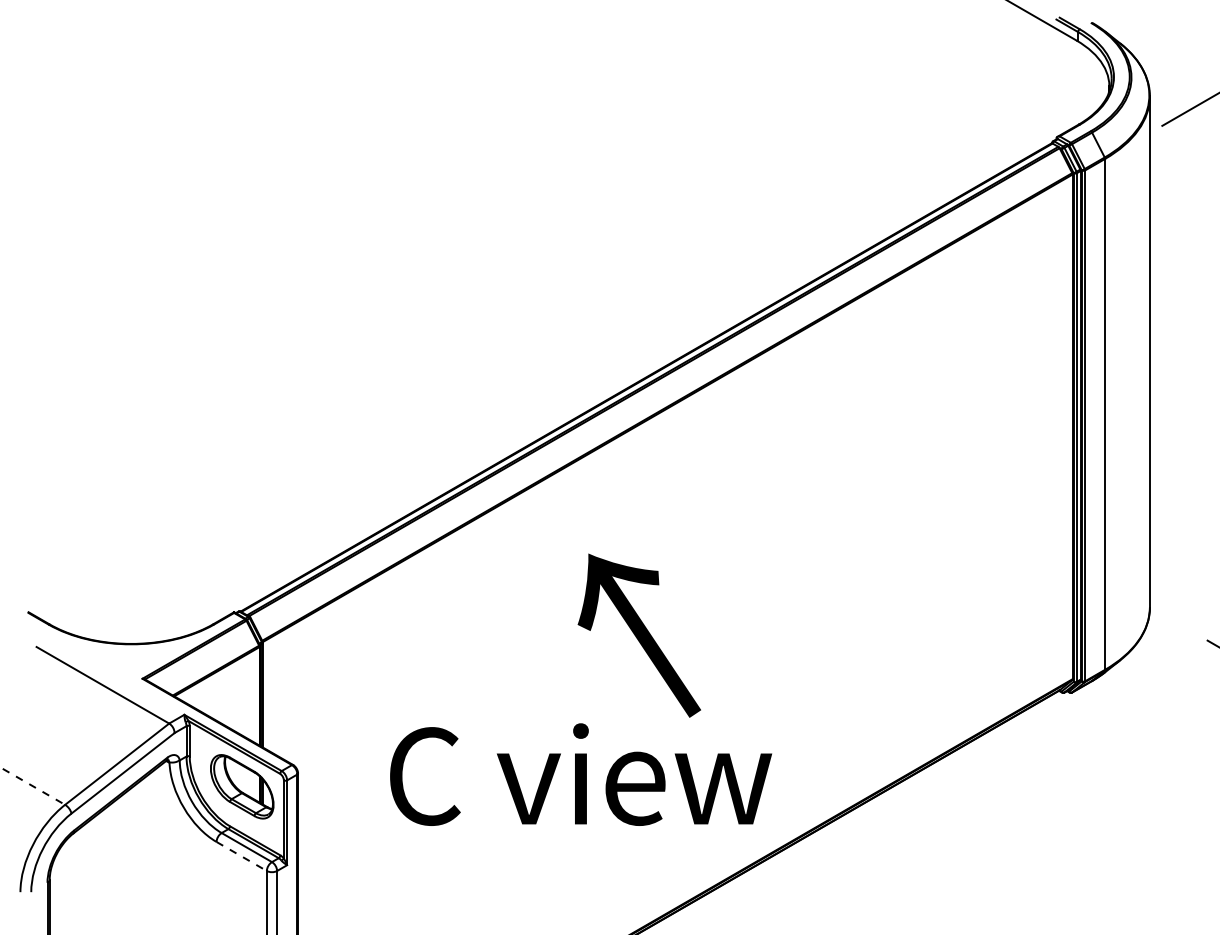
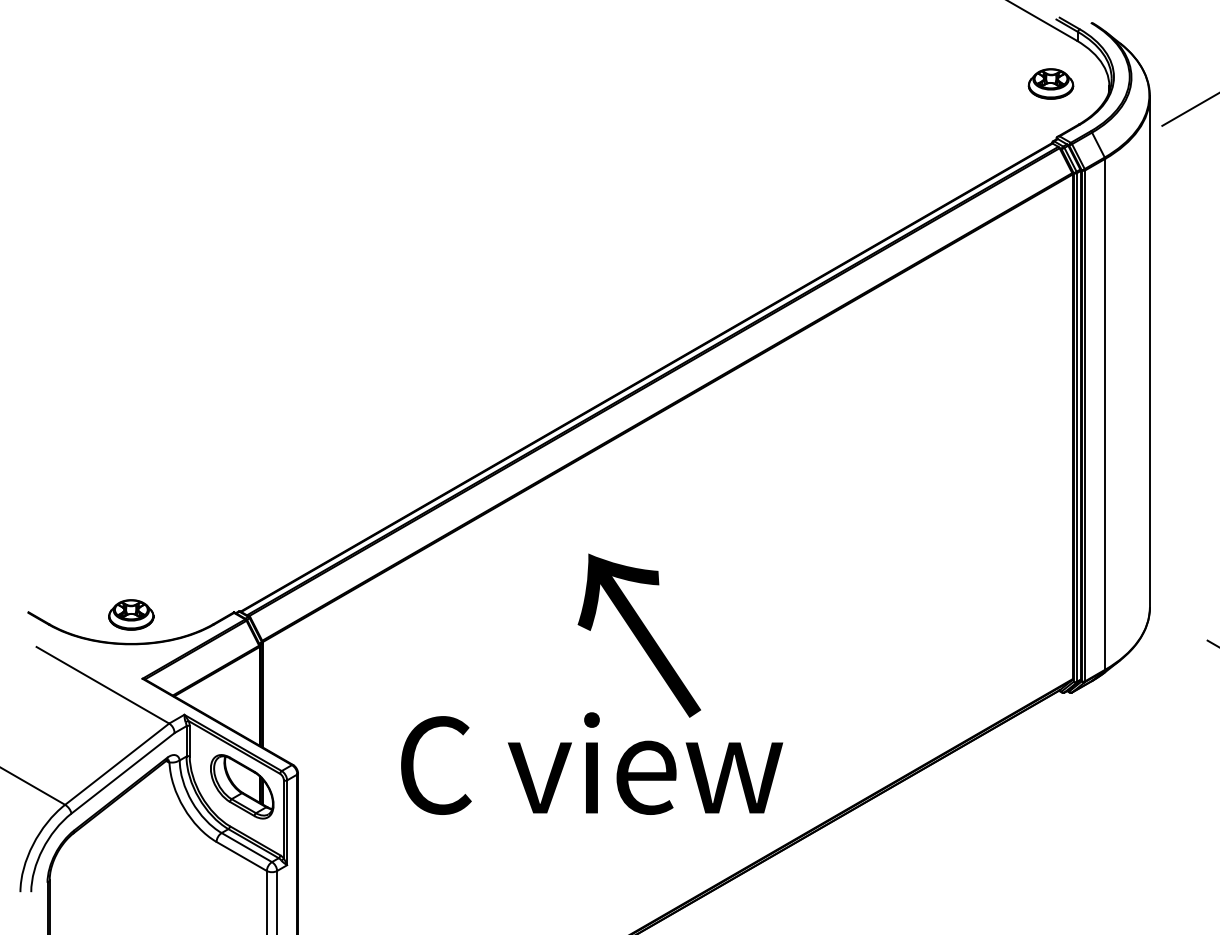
part at (1050, 83): none -> present
part at (131, 614): none -> present
text at (581, 774) position: (581, 774) -> (592, 763)
line at (33, 786): dashed -> solid
line at (242, 856): dashed -> solid
